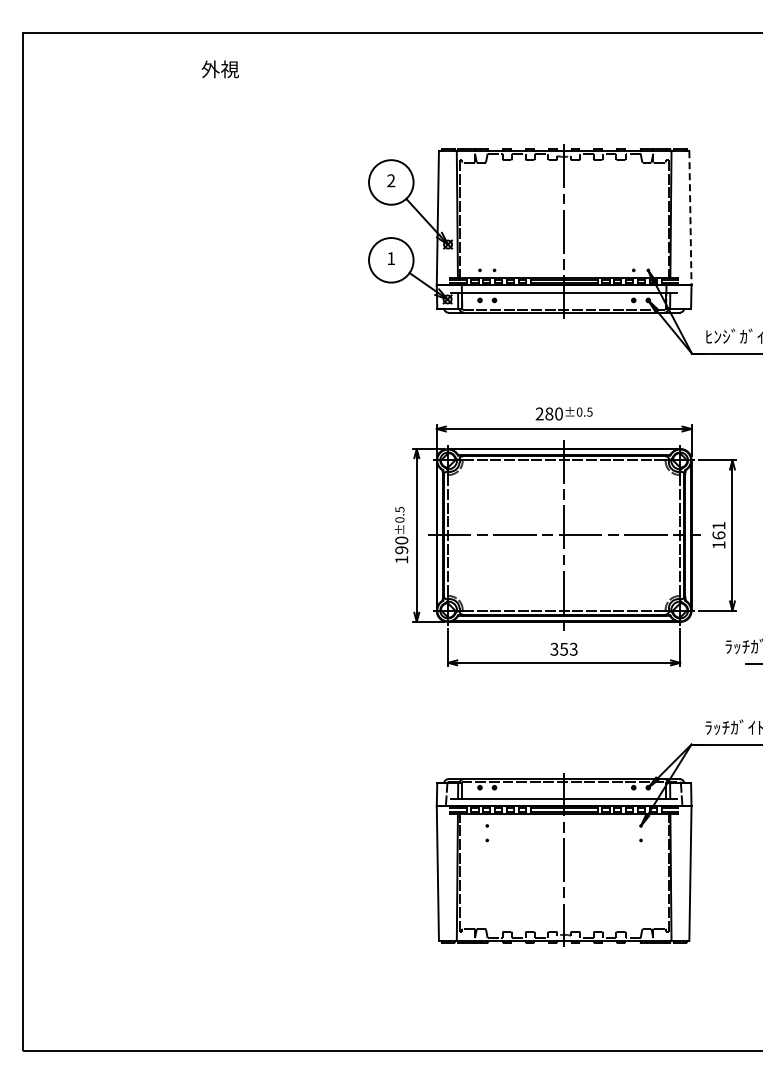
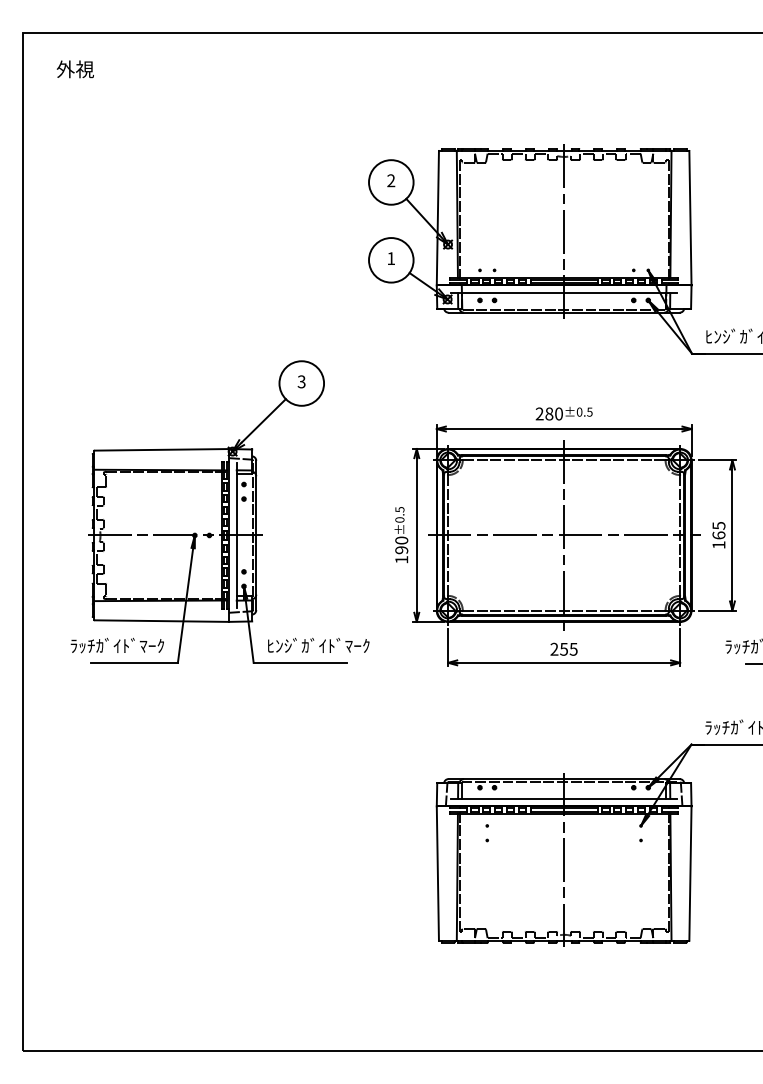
text at (219, 69) position: (219, 69) -> (74, 69)
line at (690, 218): dashed -> solid
part at (219, 511): none -> present
text at (718, 525): 161 -> 165
text at (563, 648): 353 -> 255
